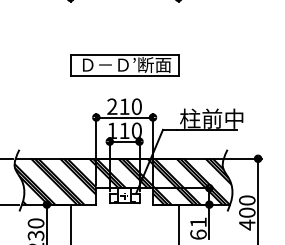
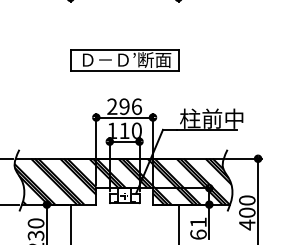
part at (124, 65) position: (124, 65) -> (124, 60)
text at (130, 106): 210 -> 296
